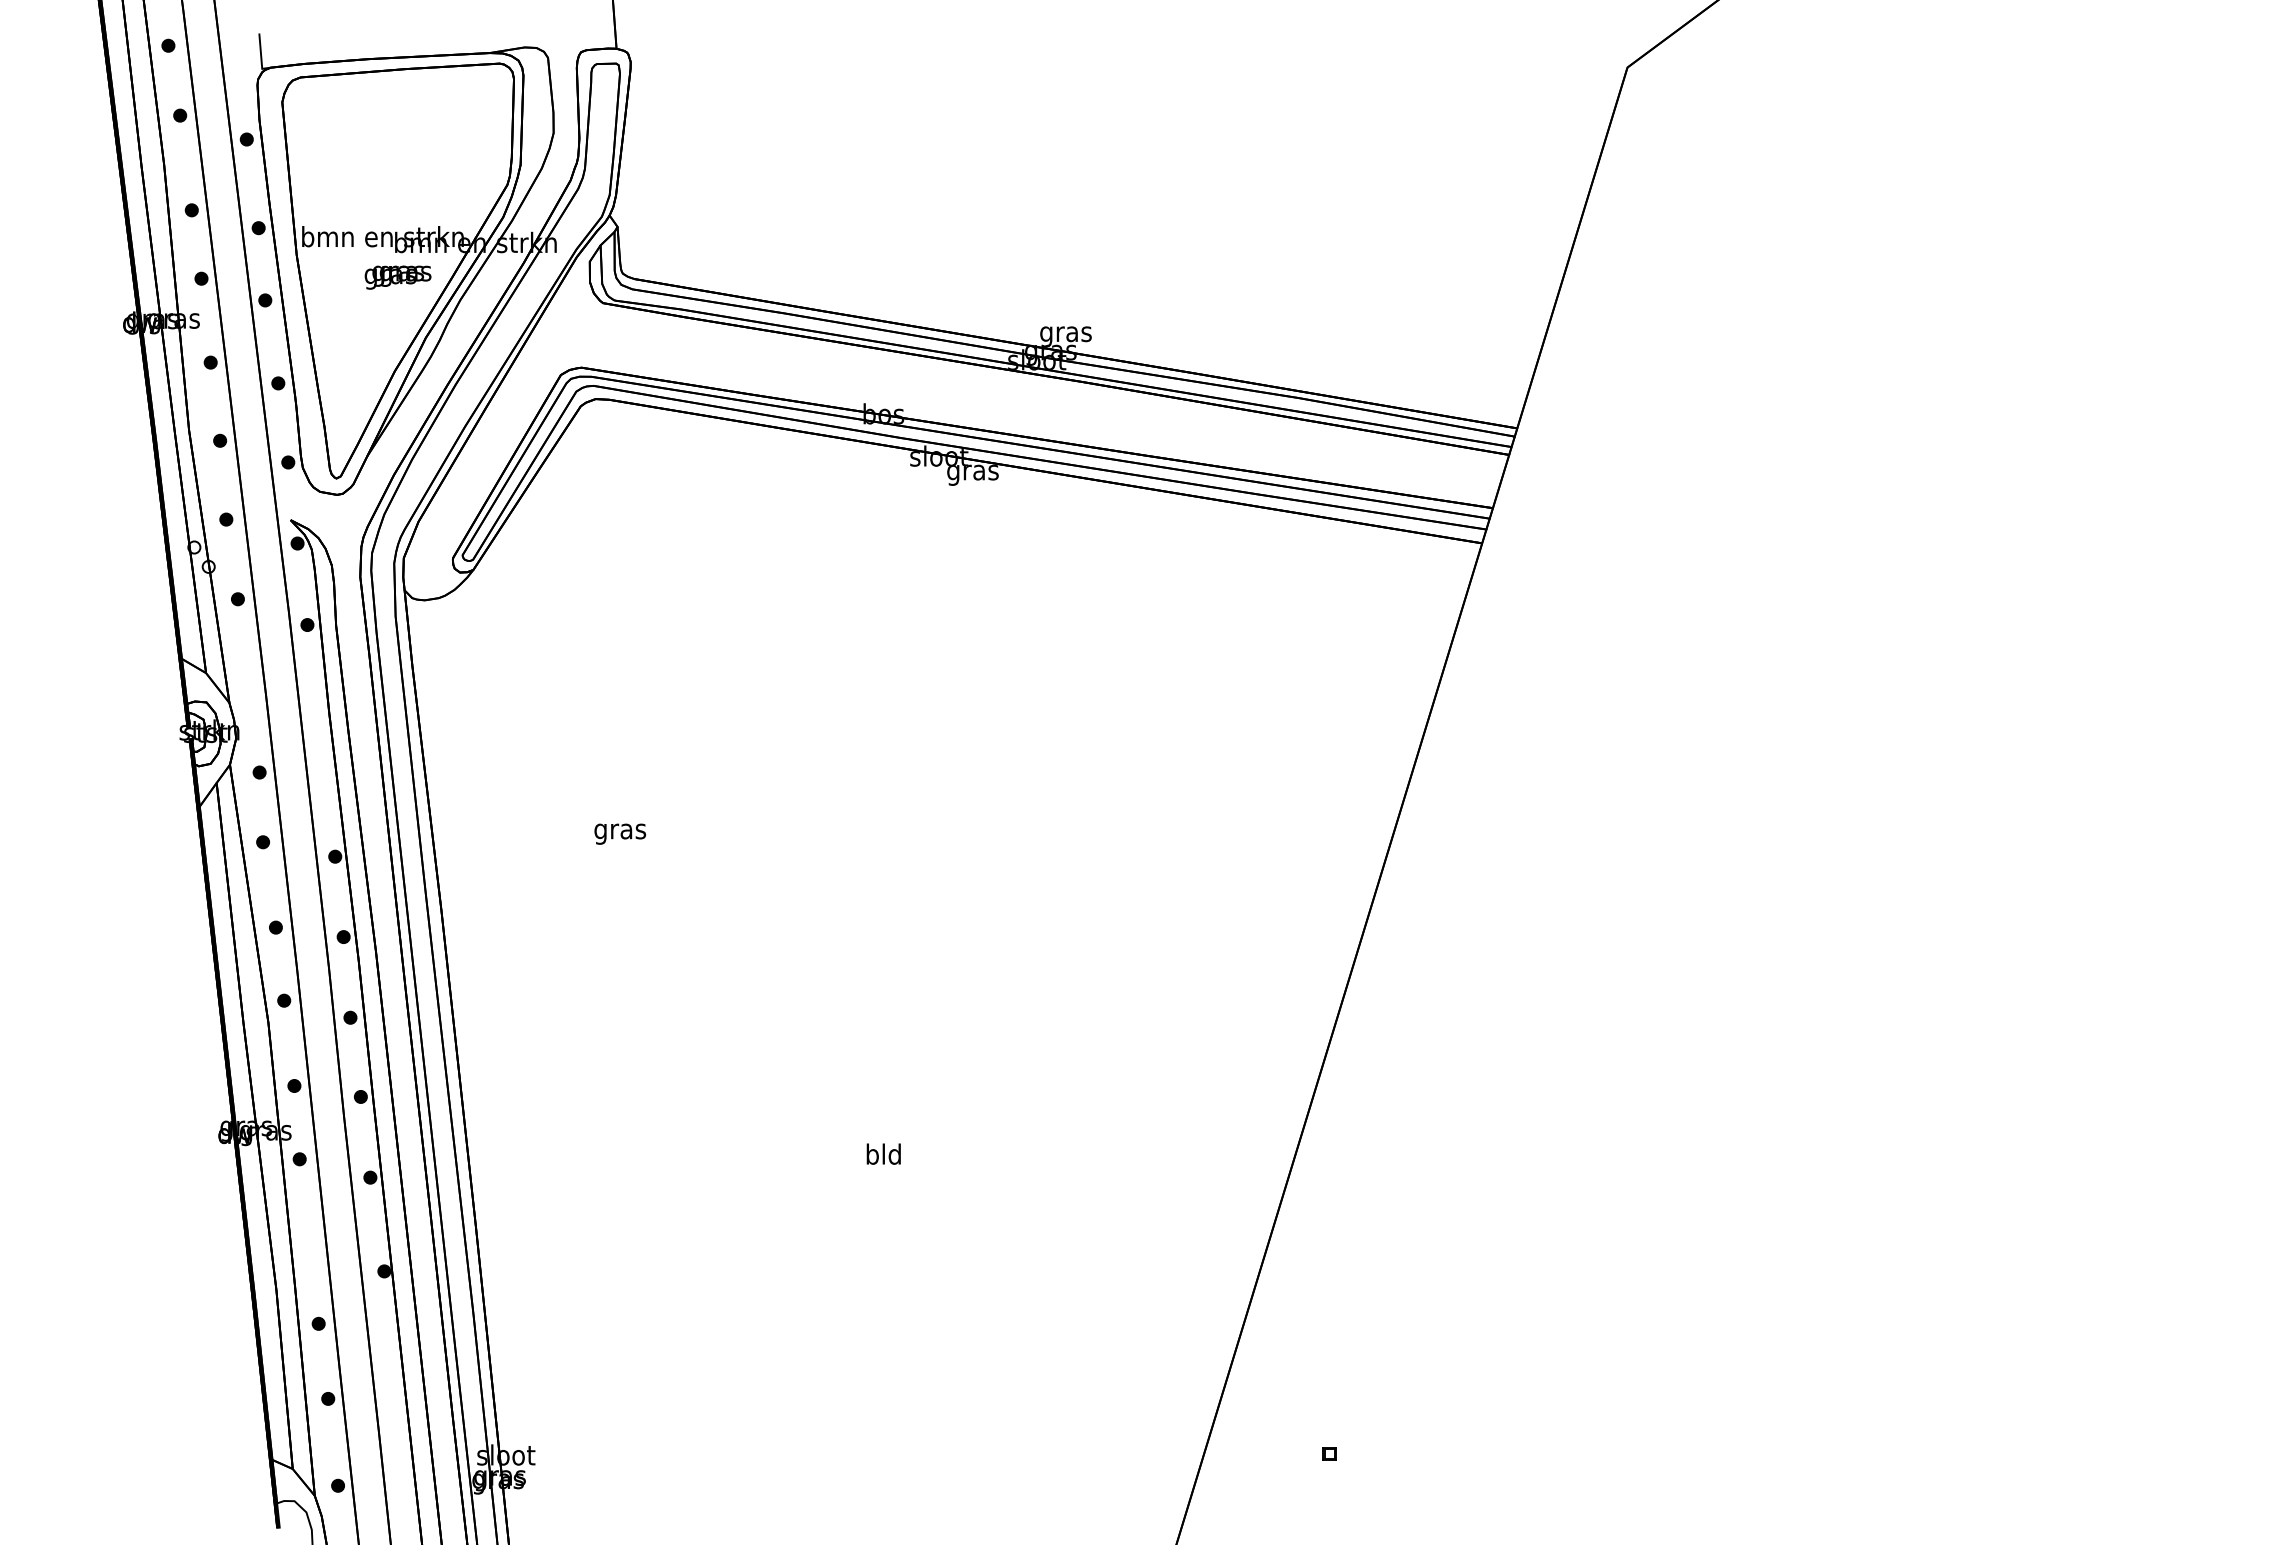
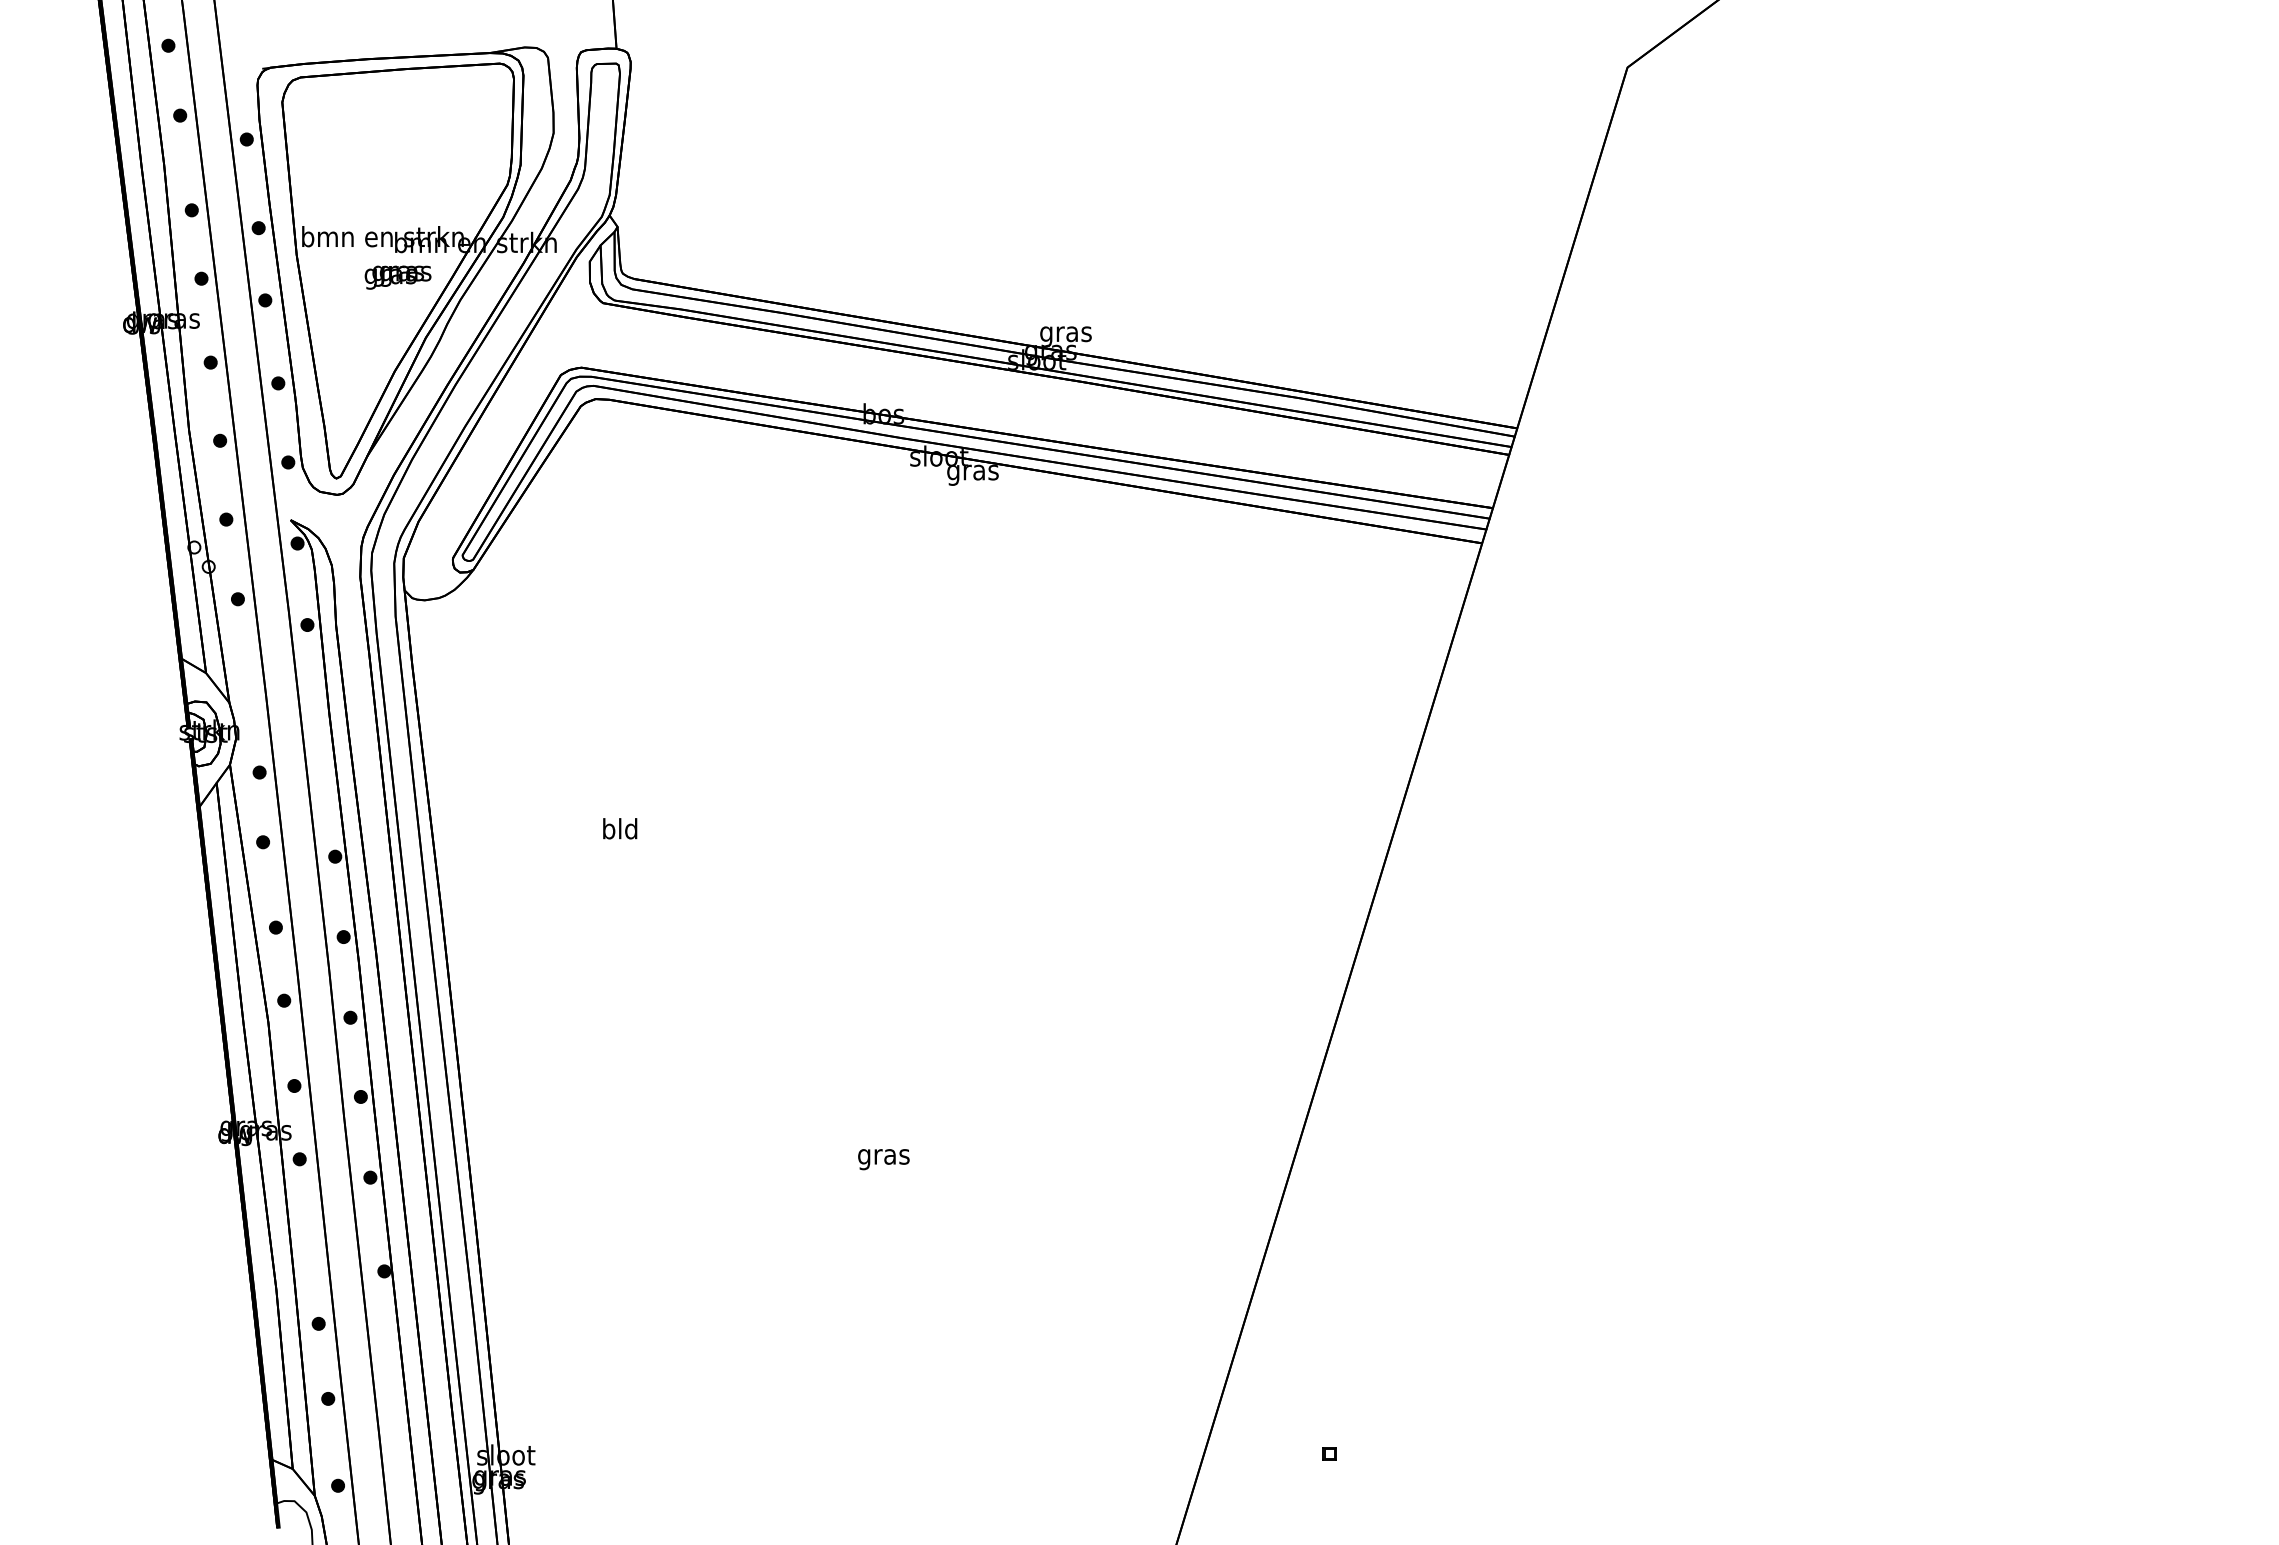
line at (260, 51): present -> none
text at (620, 831): gras -> bld
text at (883, 1156): bld -> gras
